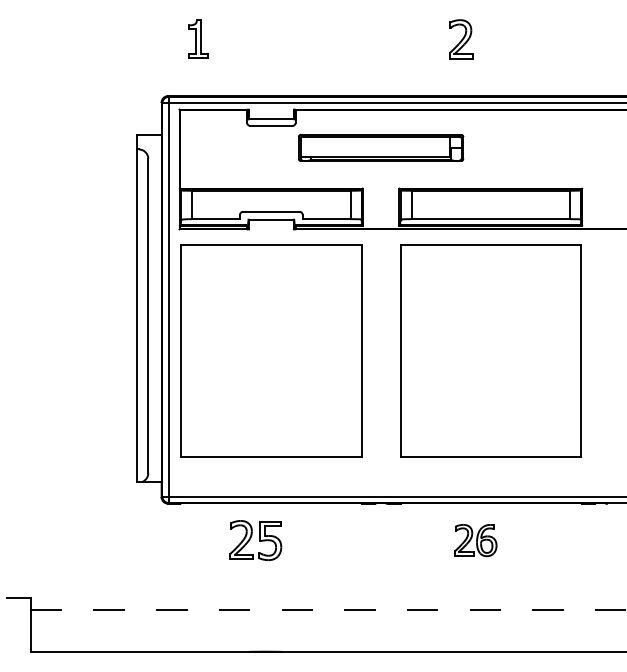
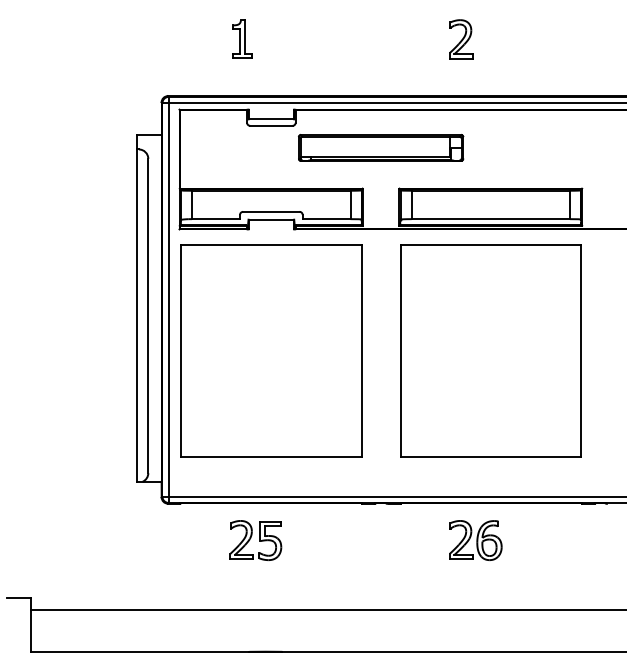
part at (198, 38) position: (198, 38) -> (242, 38)
part at (475, 540) size: 44x34 px -> 54x41 px
line at (328, 609): dashed -> solid
